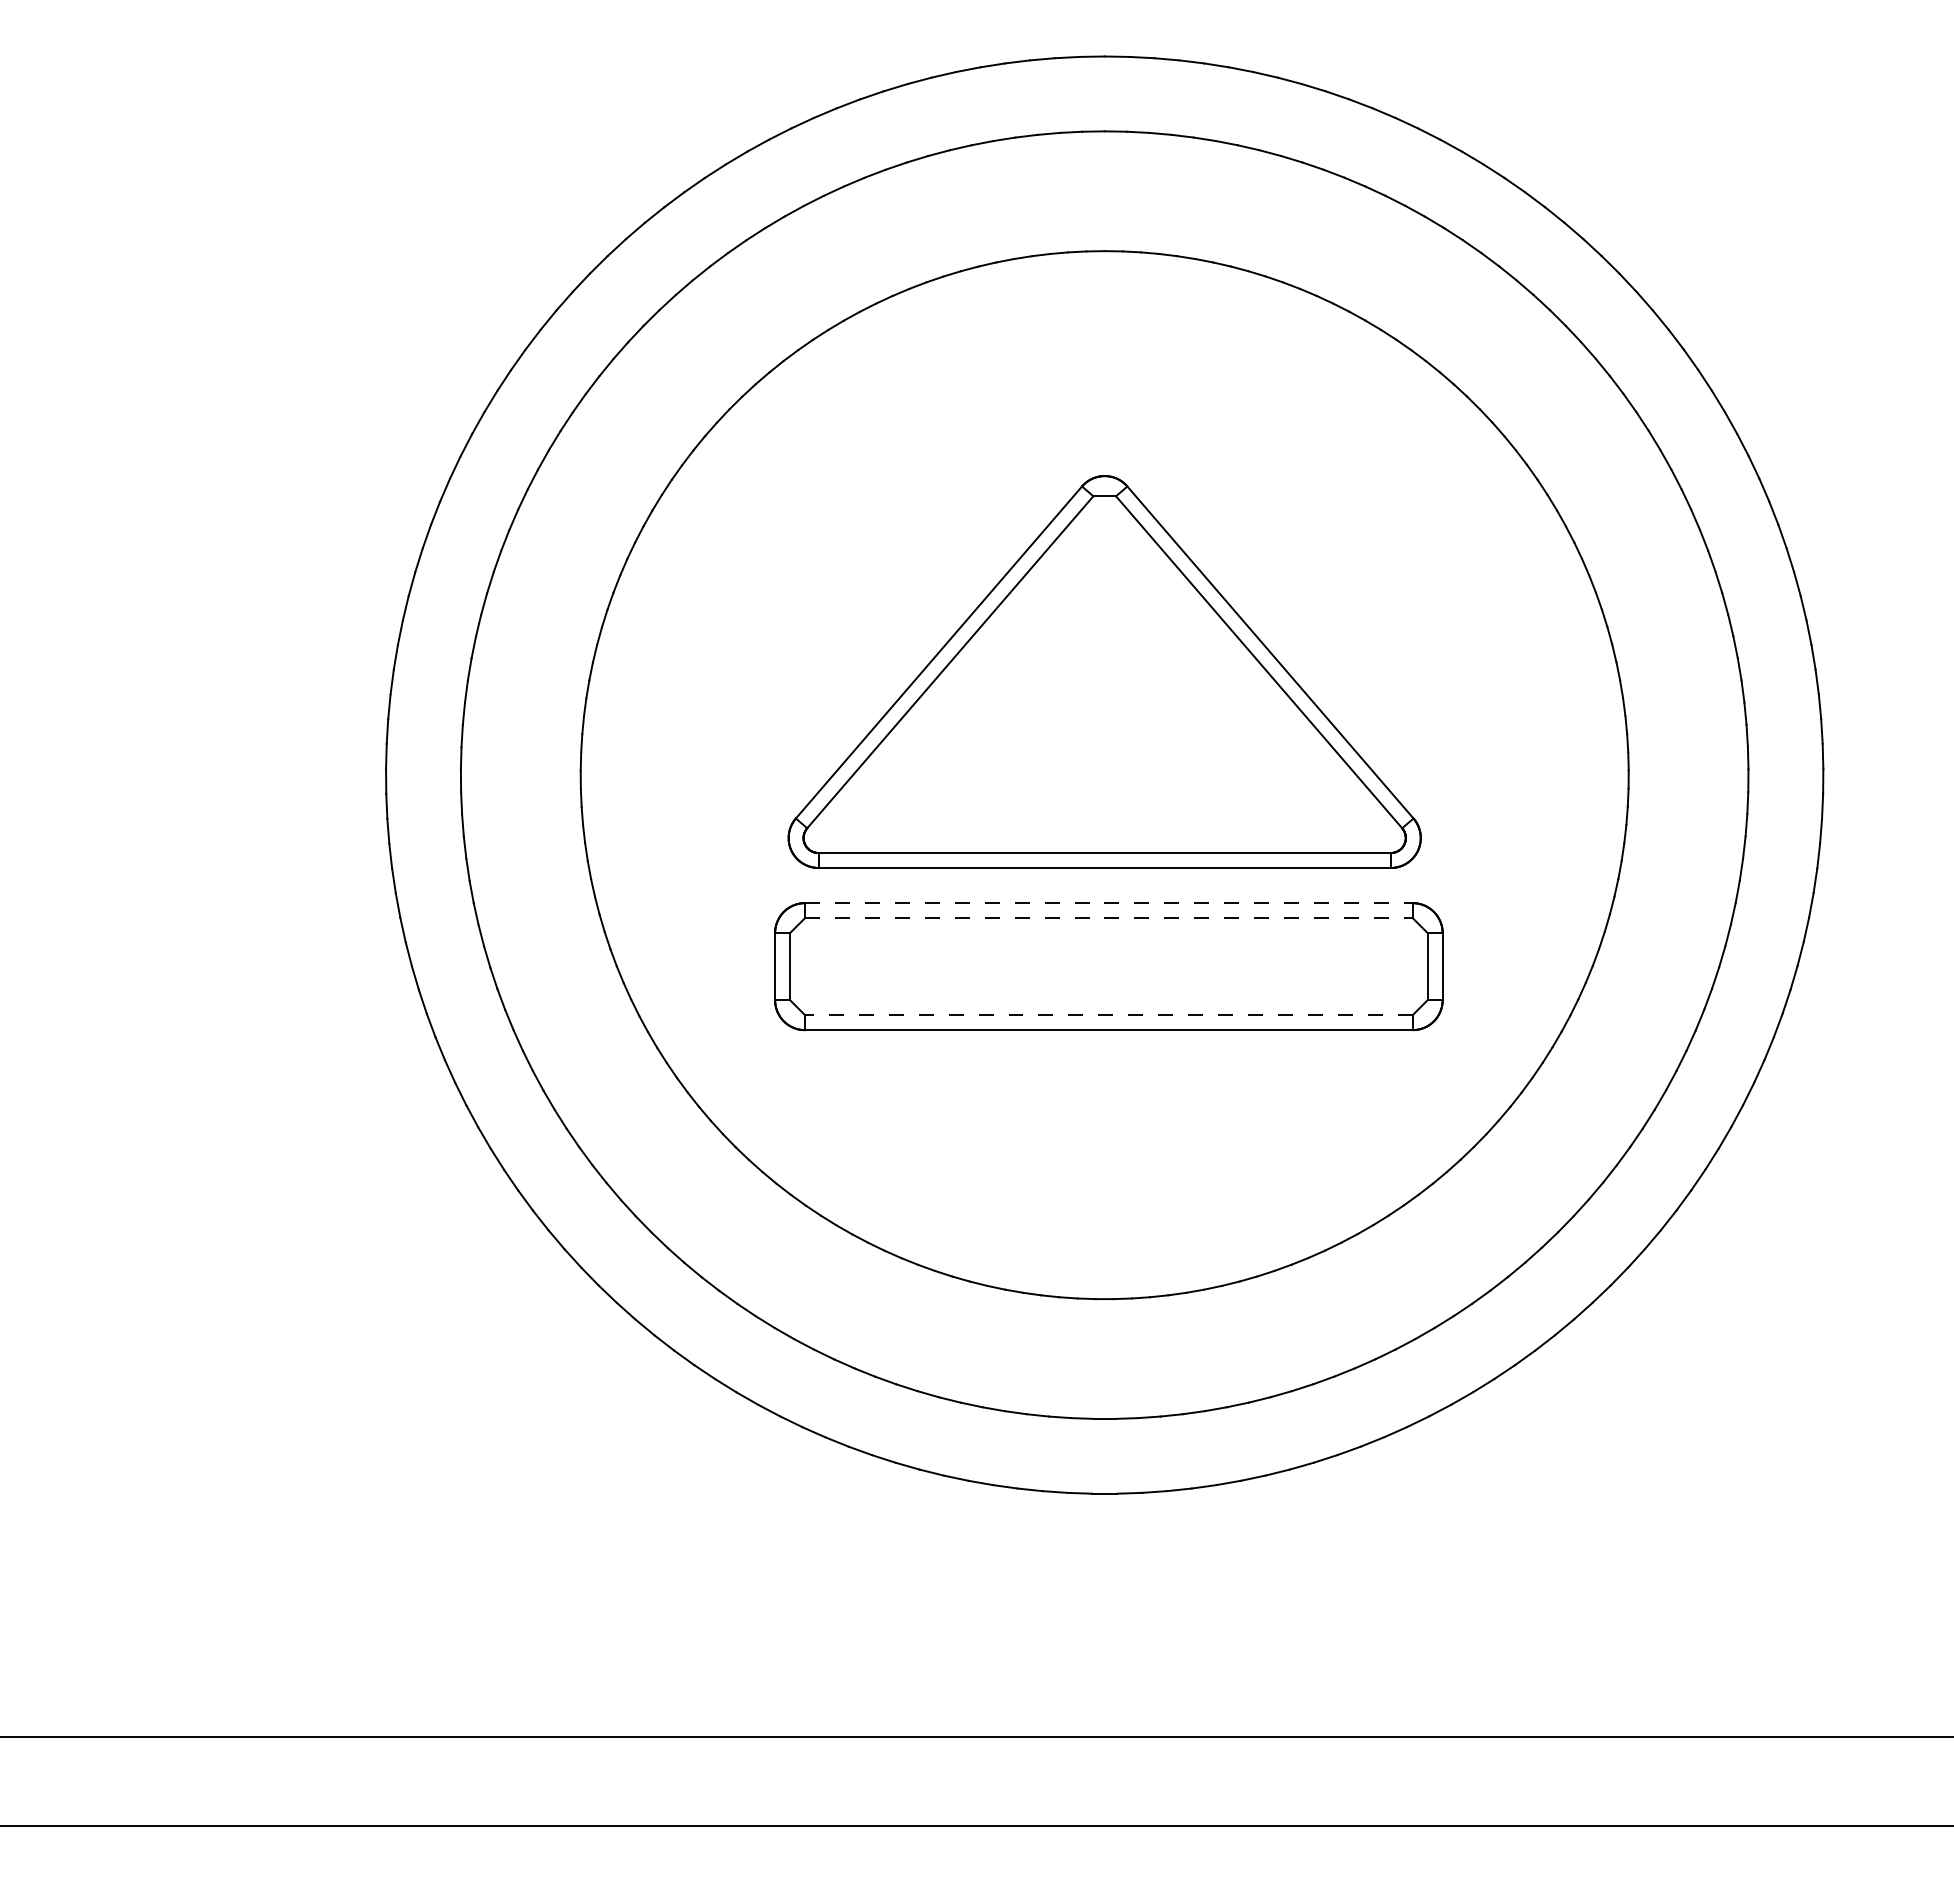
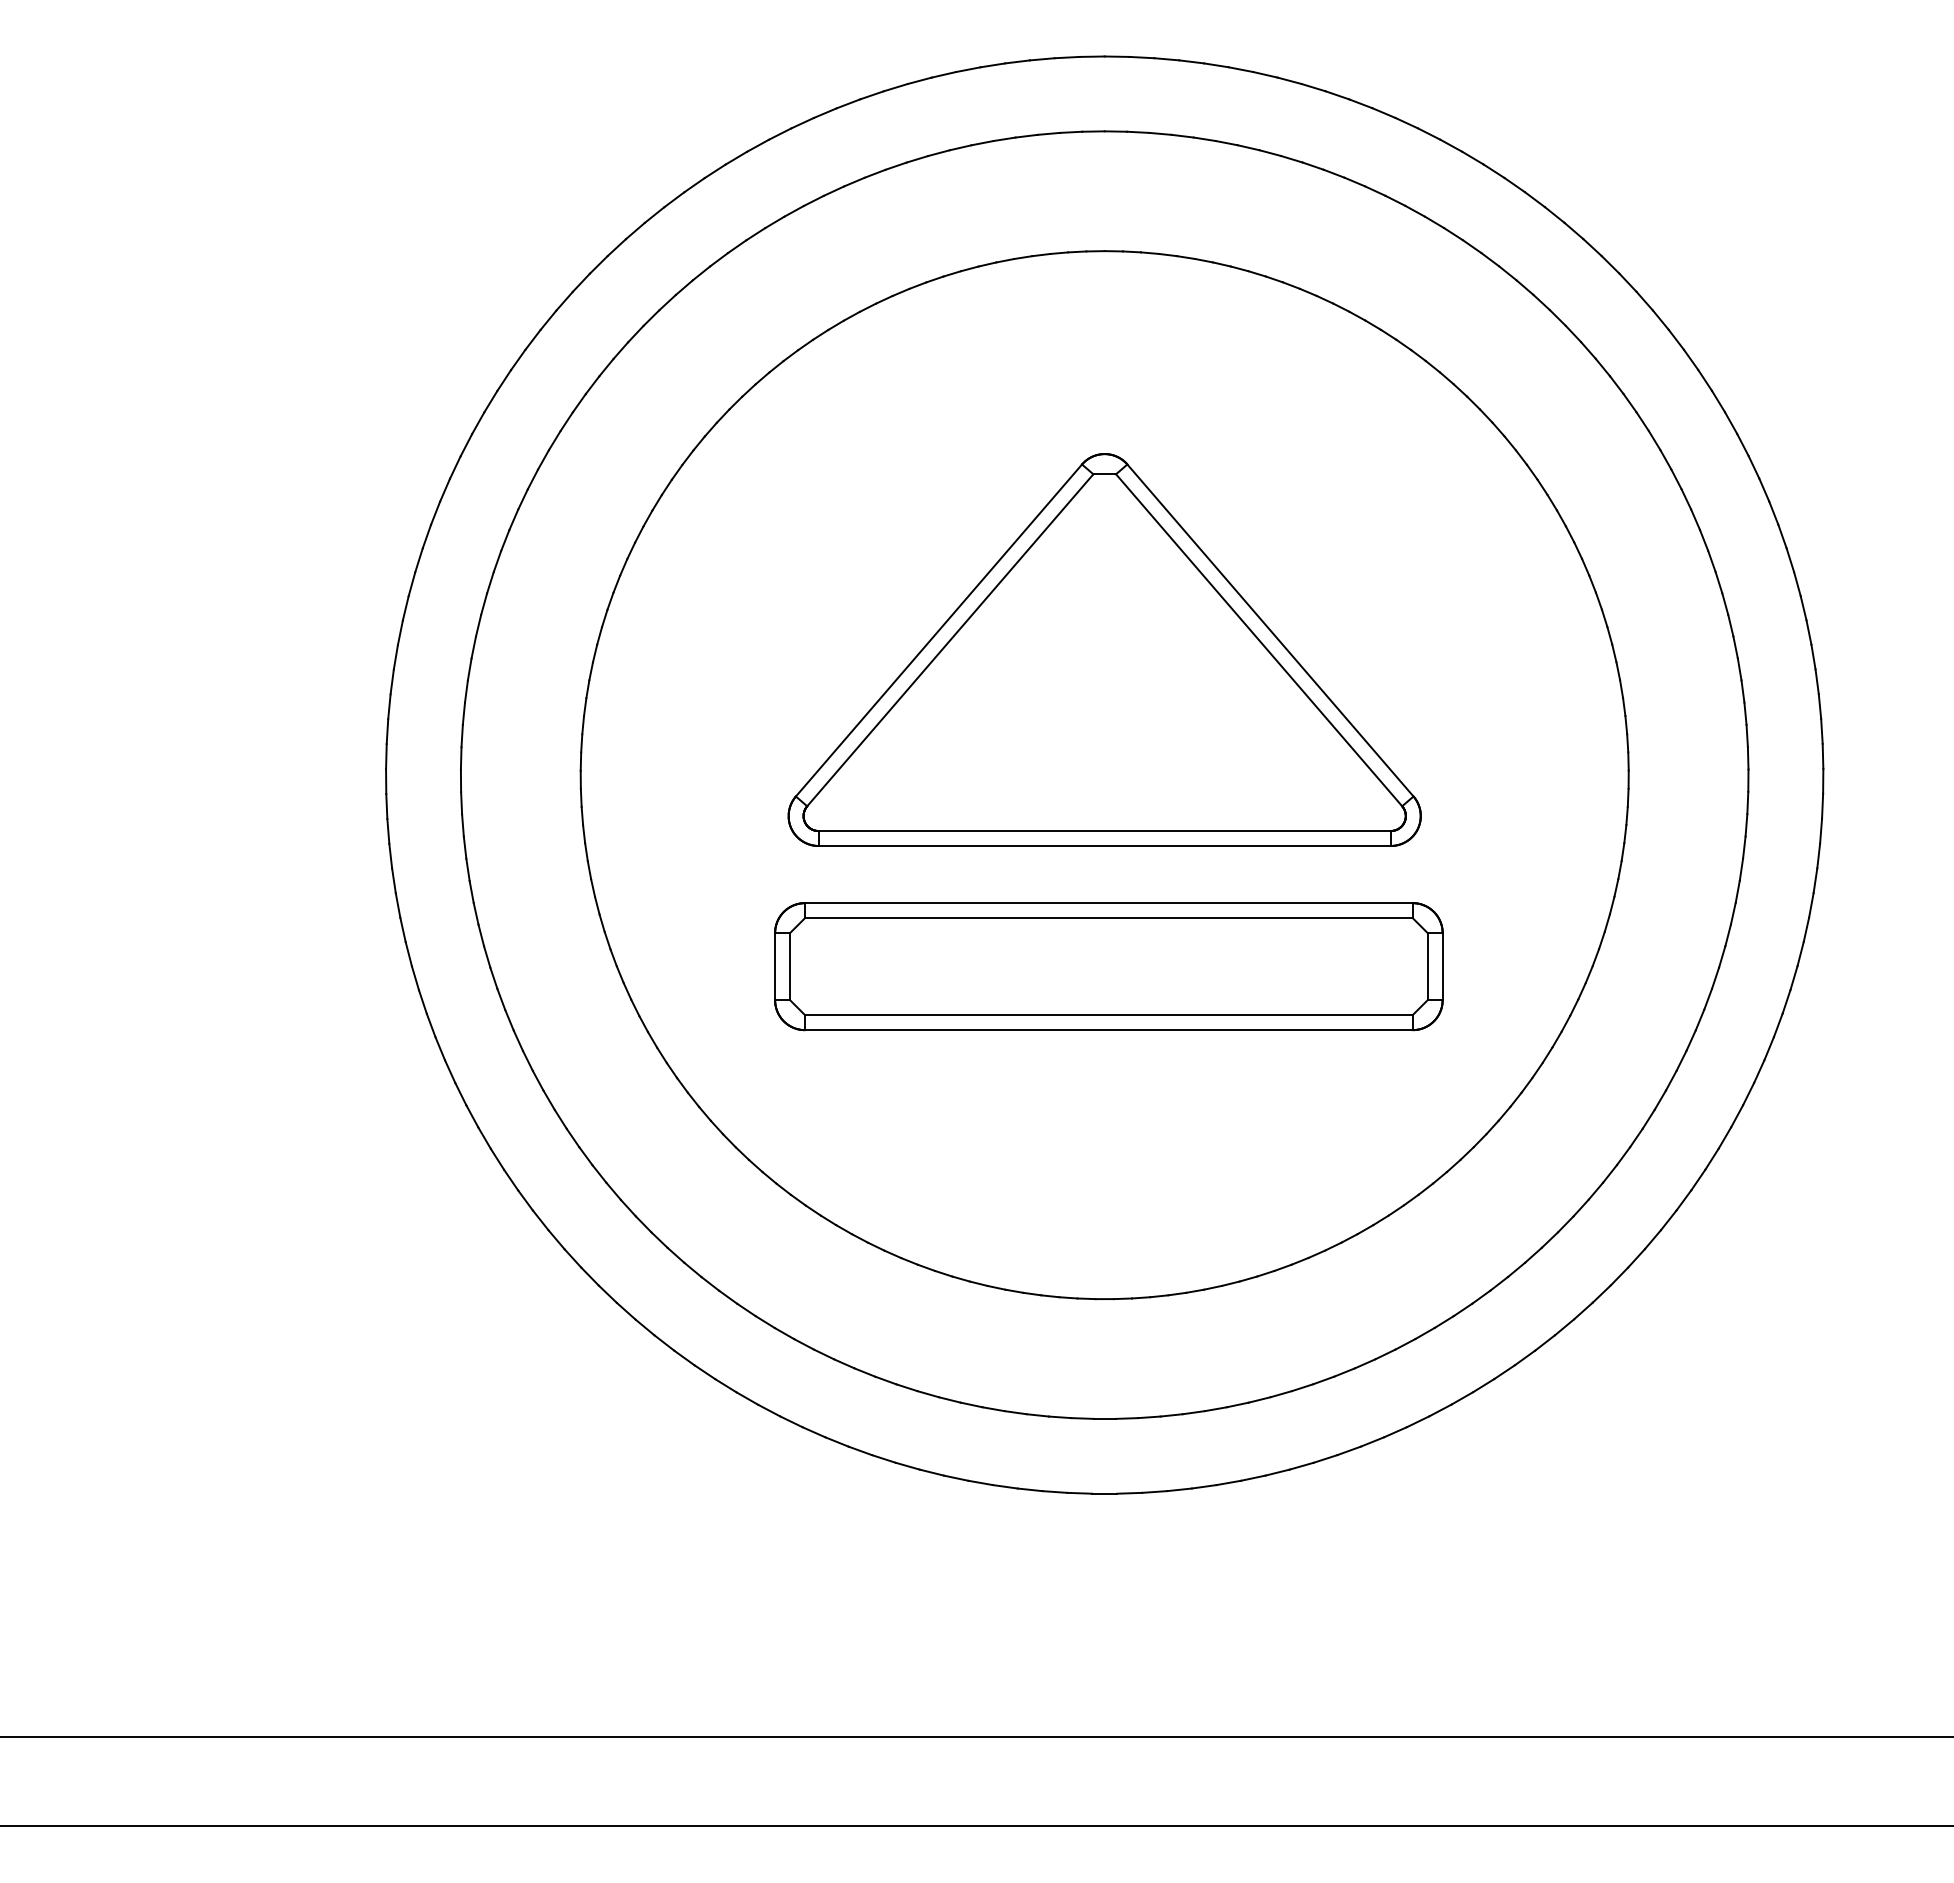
part at (1104, 671) position: (1104, 671) -> (1104, 649)
line at (1108, 903): dashed -> solid
line at (1108, 918): dashed -> solid
line at (1108, 1015): dashed -> solid
